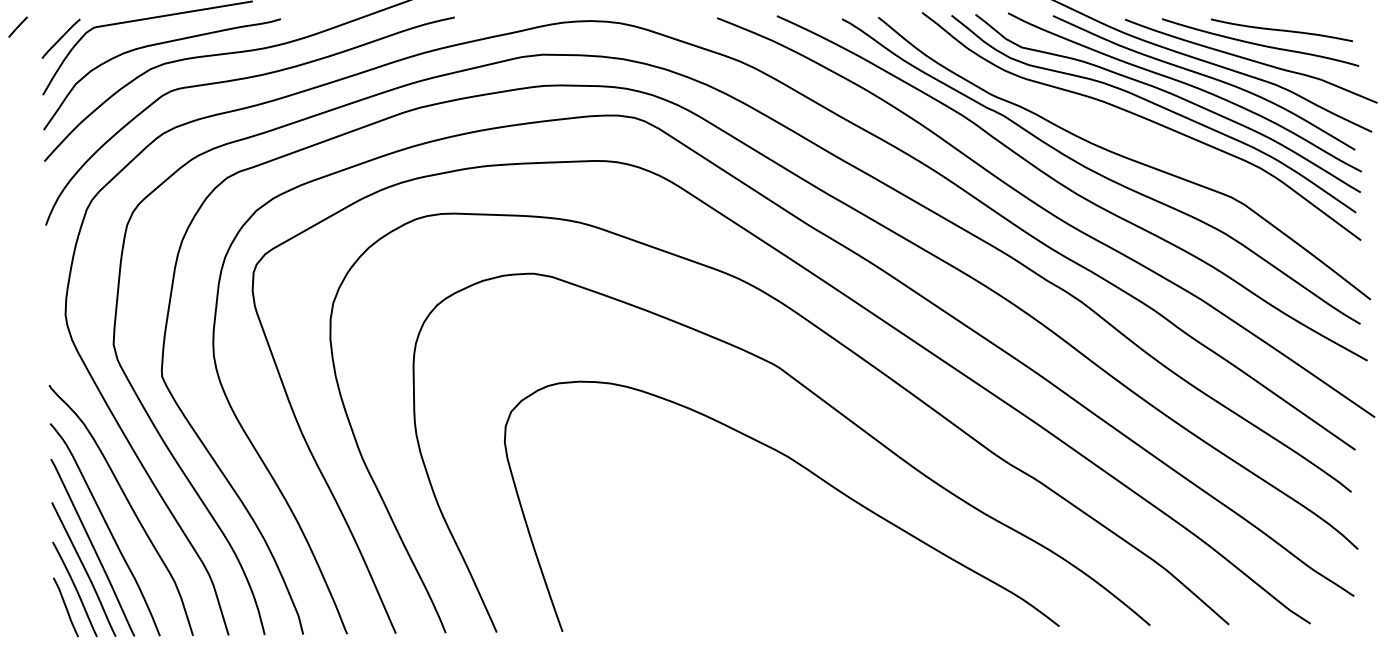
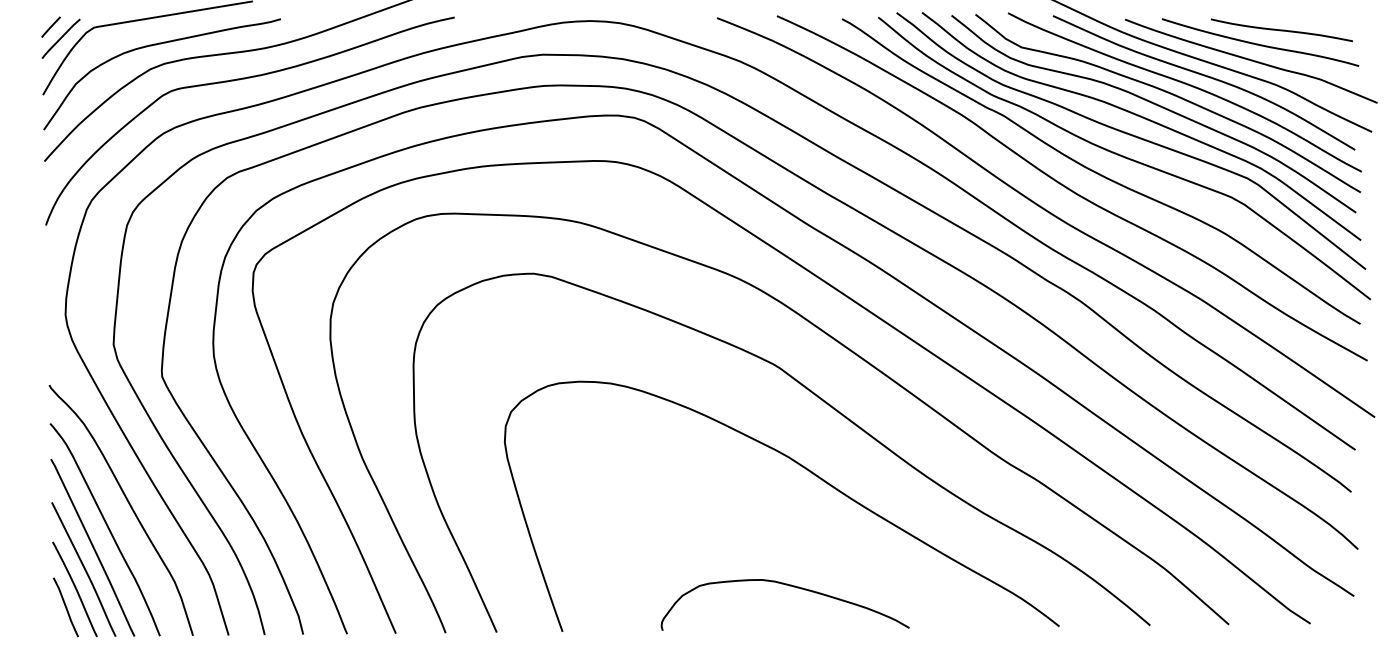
line at (17, 26) position: (17, 26) -> (50, 26)
curve at (1132, 136): none -> present
curve at (789, 586): none -> present
